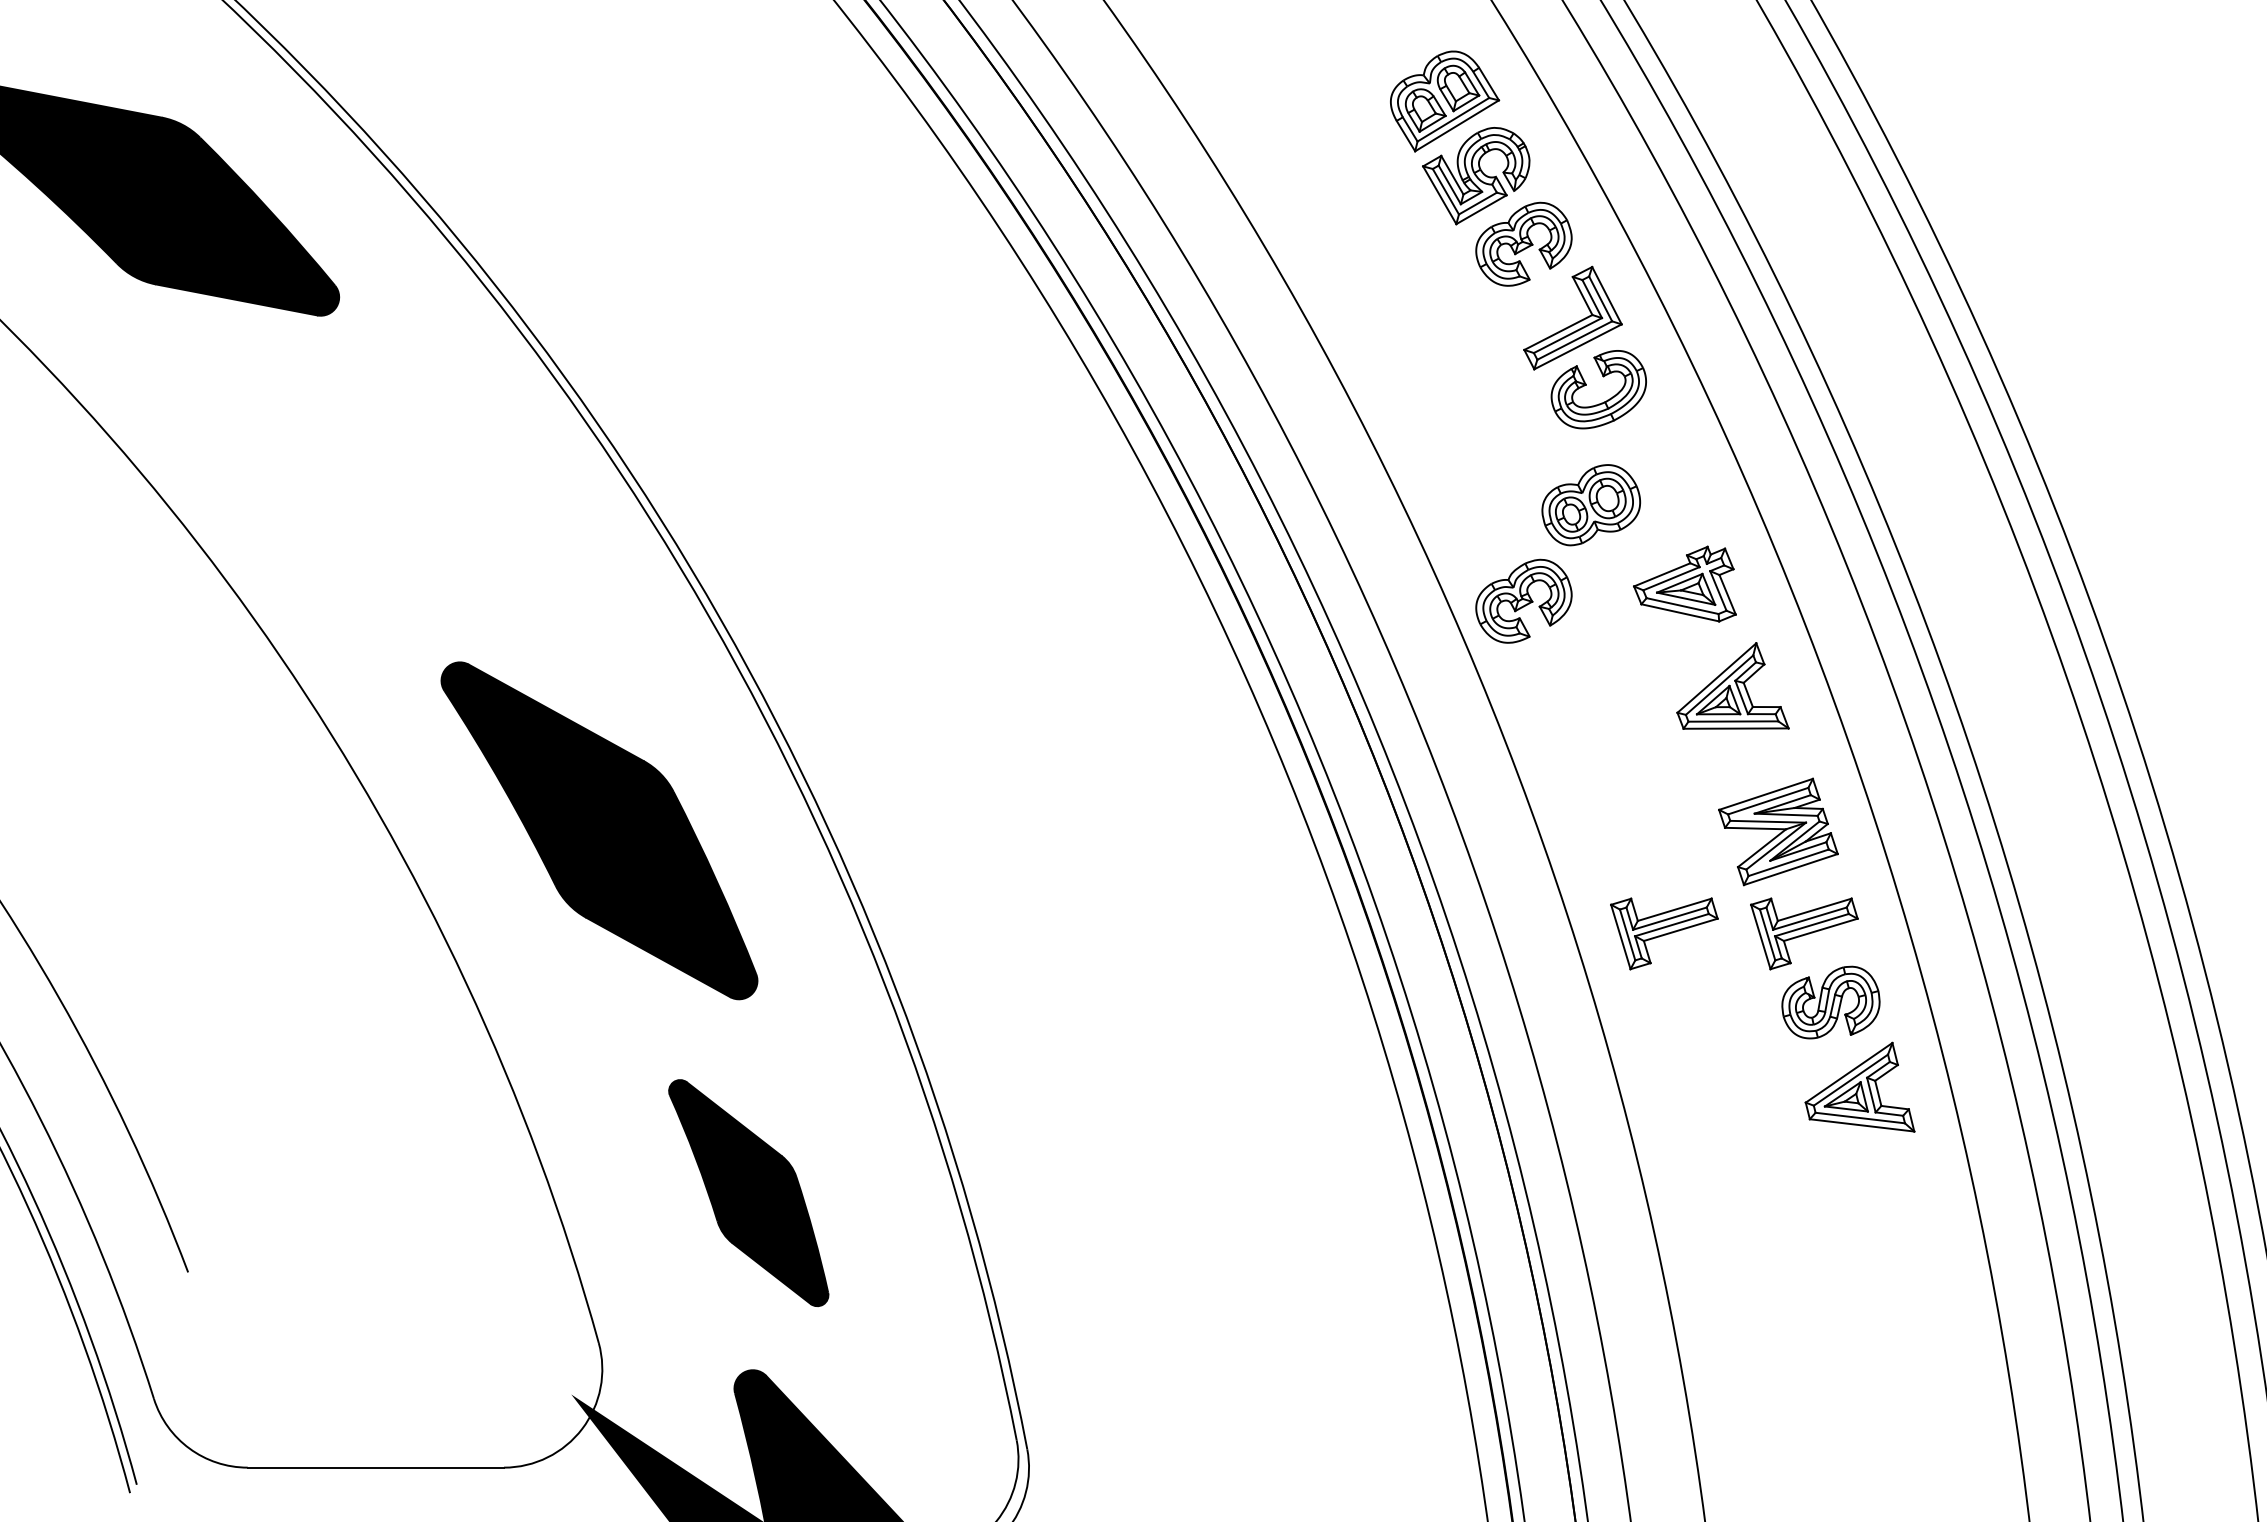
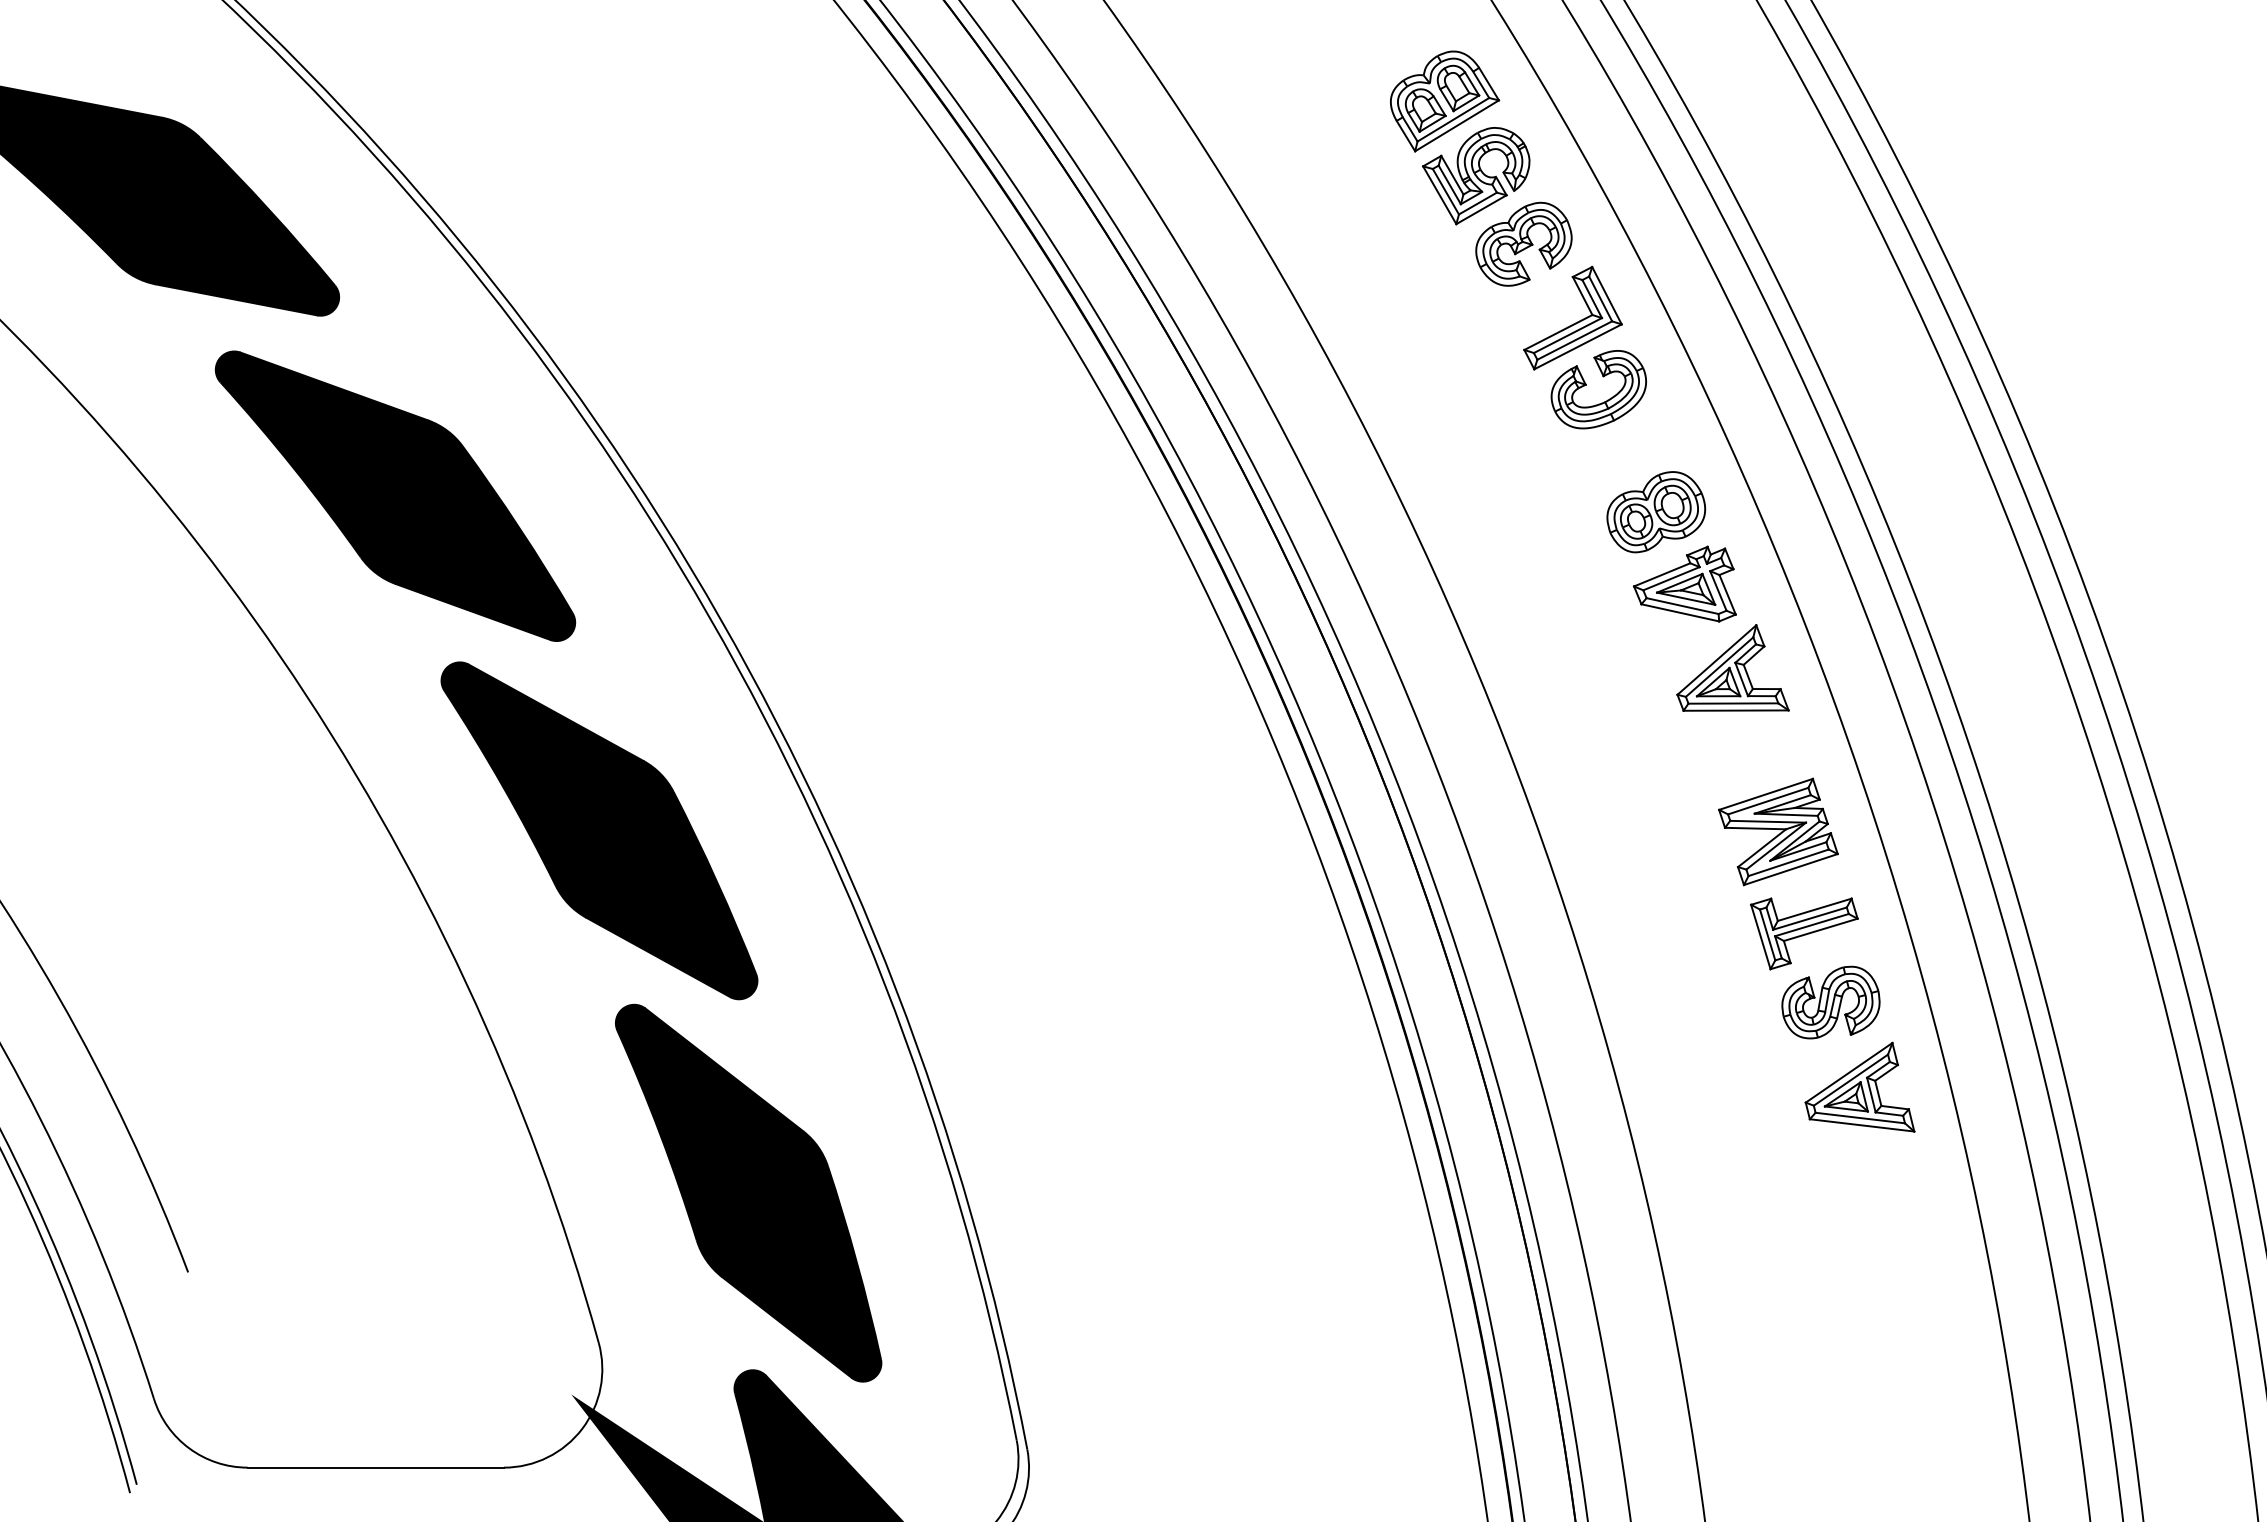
part at (395, 495): none -> present
part at (1591, 505) position: (1591, 505) -> (1656, 512)
part at (1523, 600): present -> none
part at (1732, 685) position: (1732, 685) -> (1732, 667)
part at (1664, 933): present -> none
part at (748, 1193) size: 162x229 px -> 268x380 px
